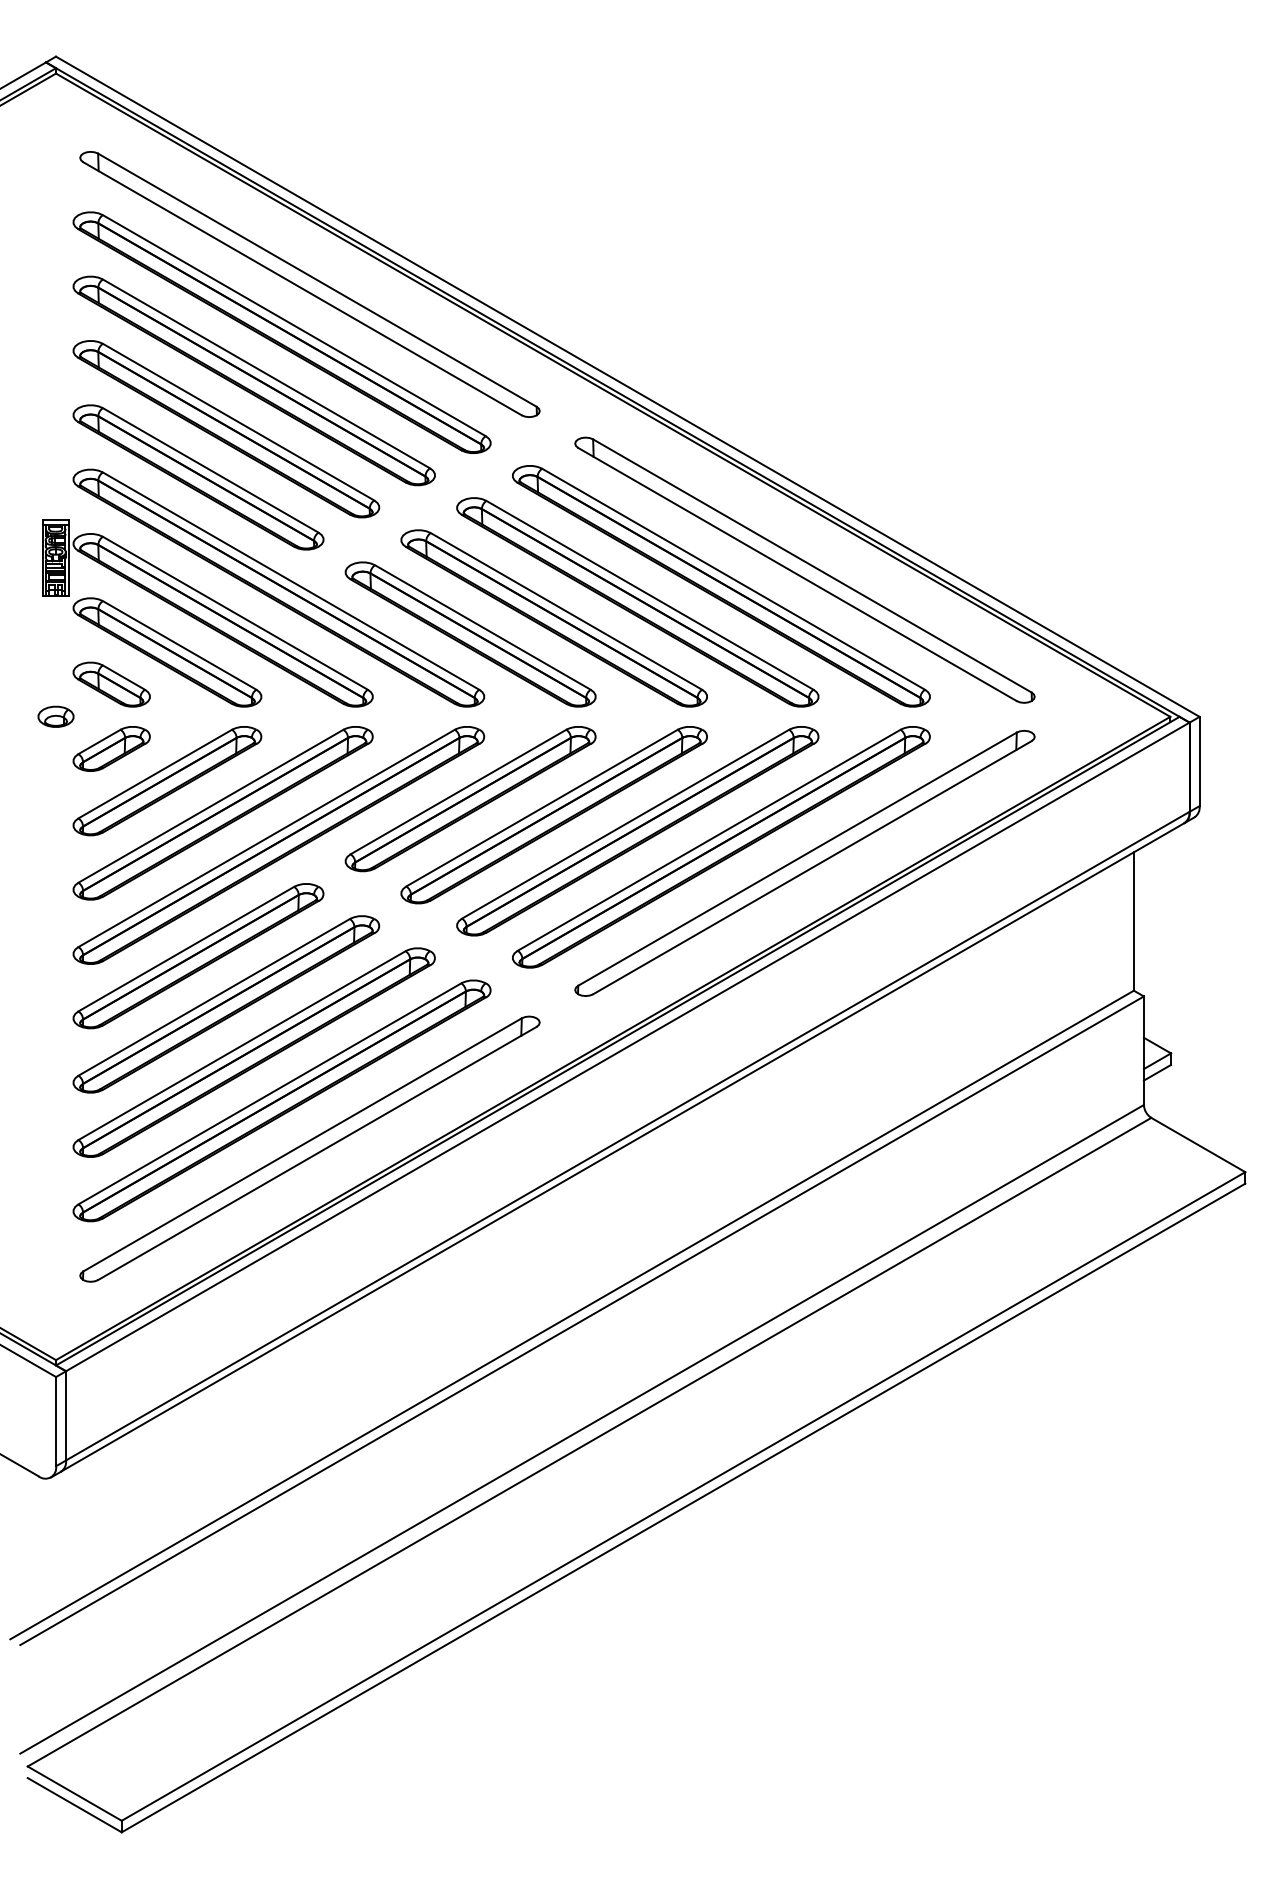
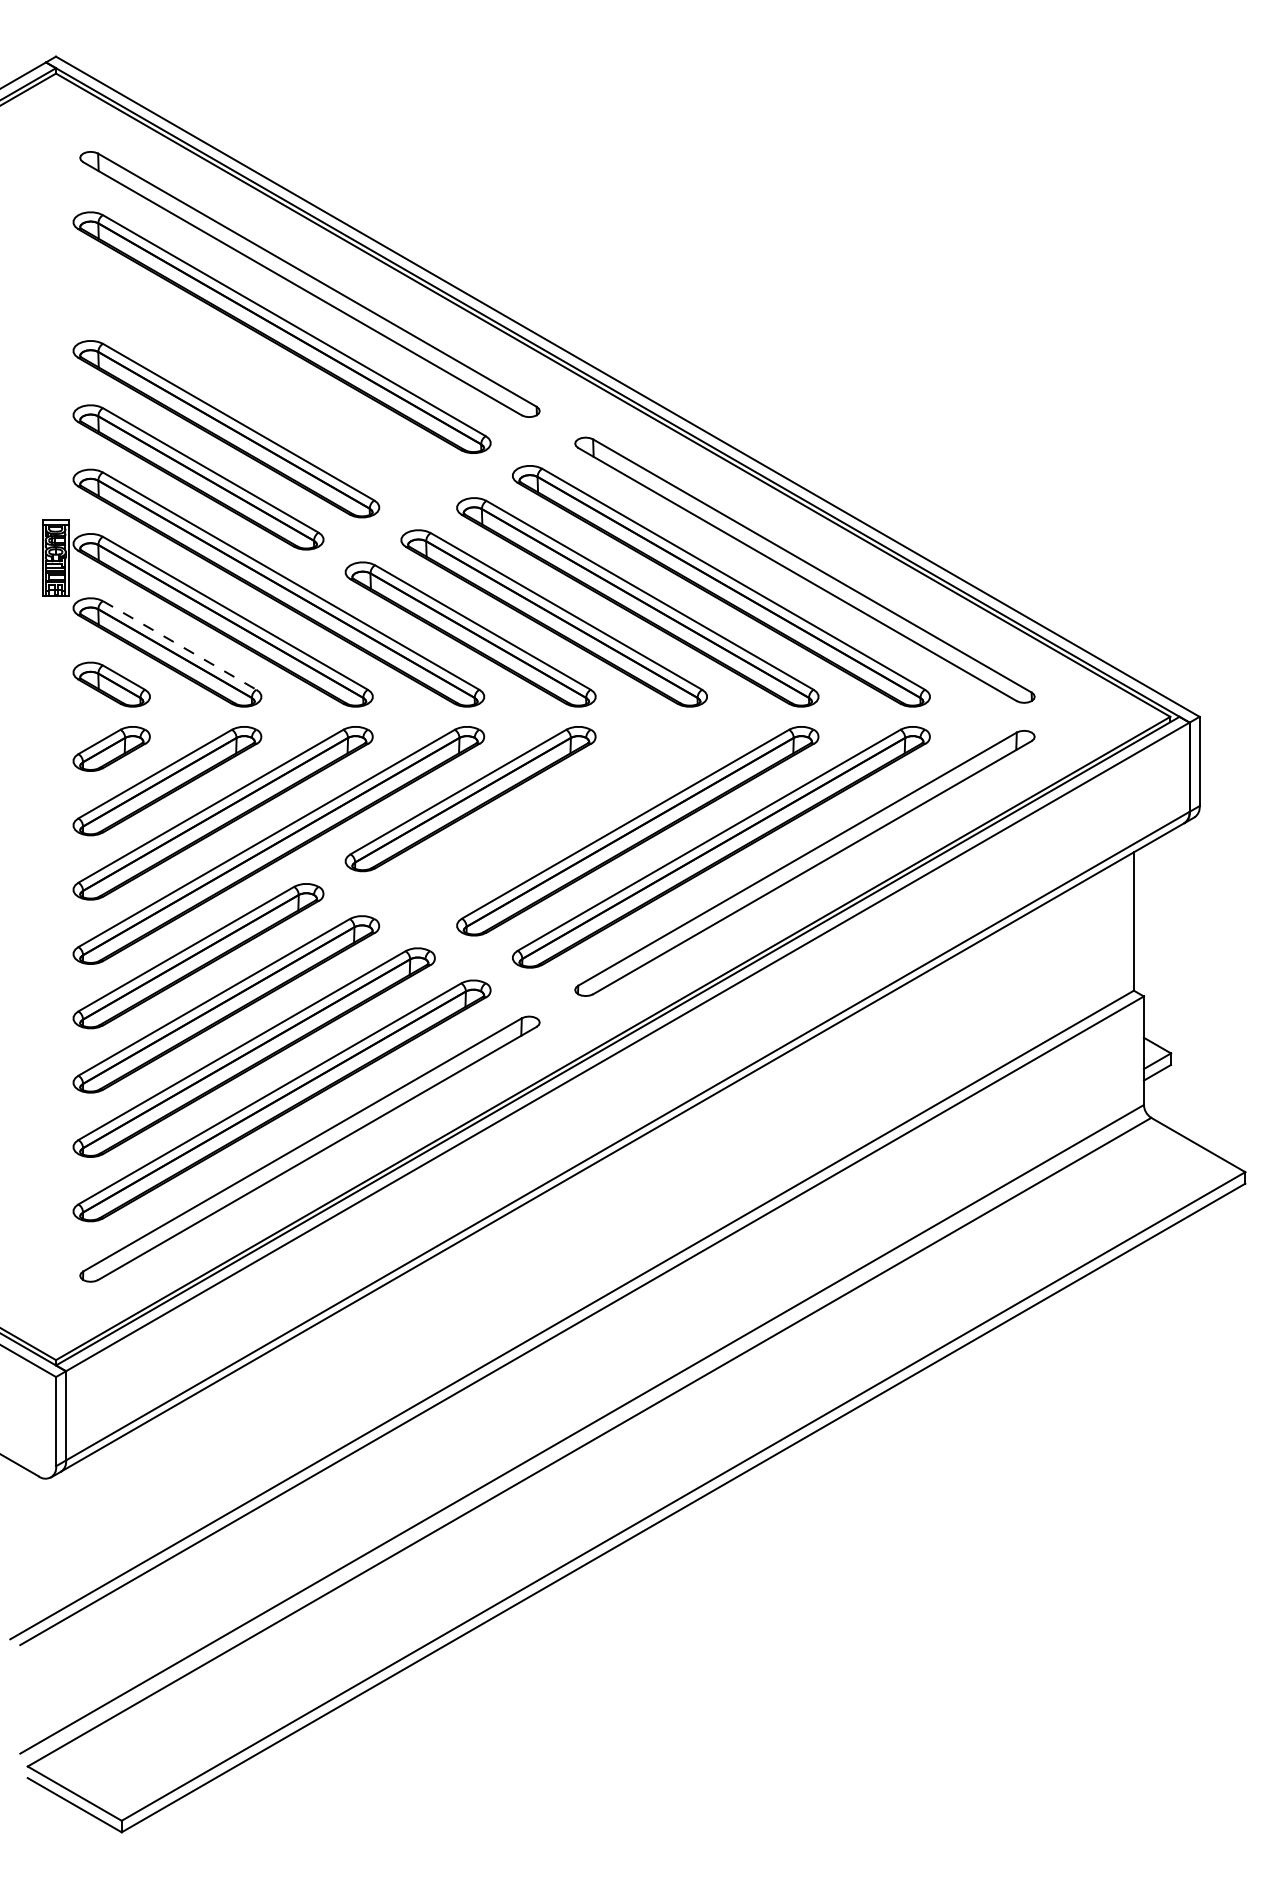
part at (253, 380): present -> none
line at (179, 645): solid -> dashed
part at (55, 716): present -> none
part at (553, 815): present -> none
